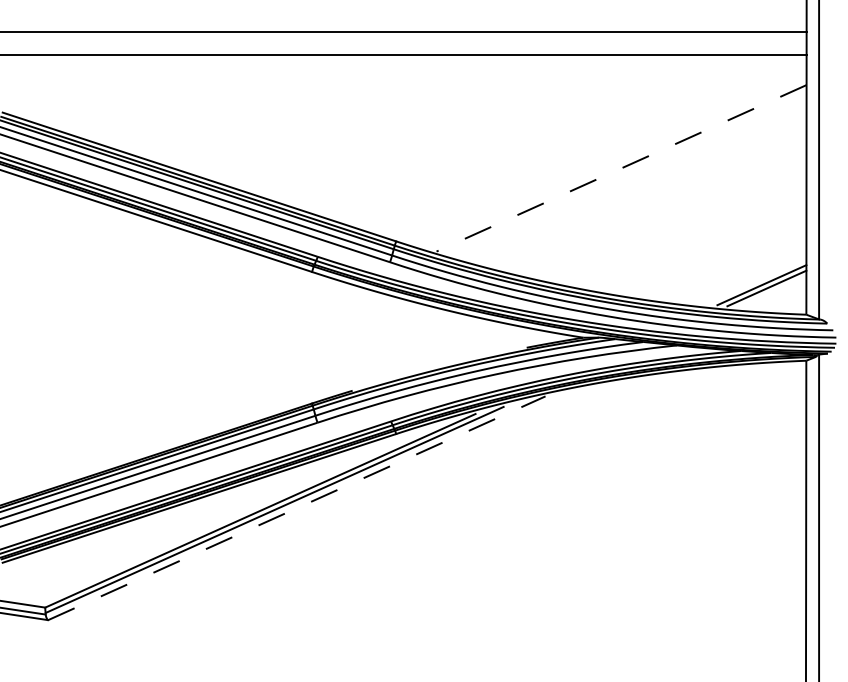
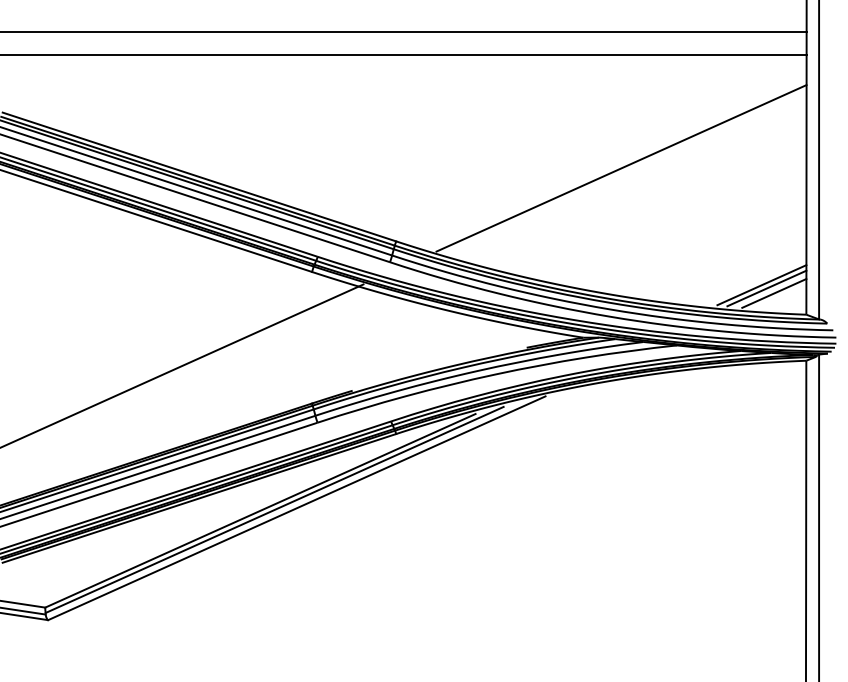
line at (621, 168): dashed -> solid
line at (774, 293): none -> present
line at (182, 365): none -> present
line at (296, 508): dashed -> solid
